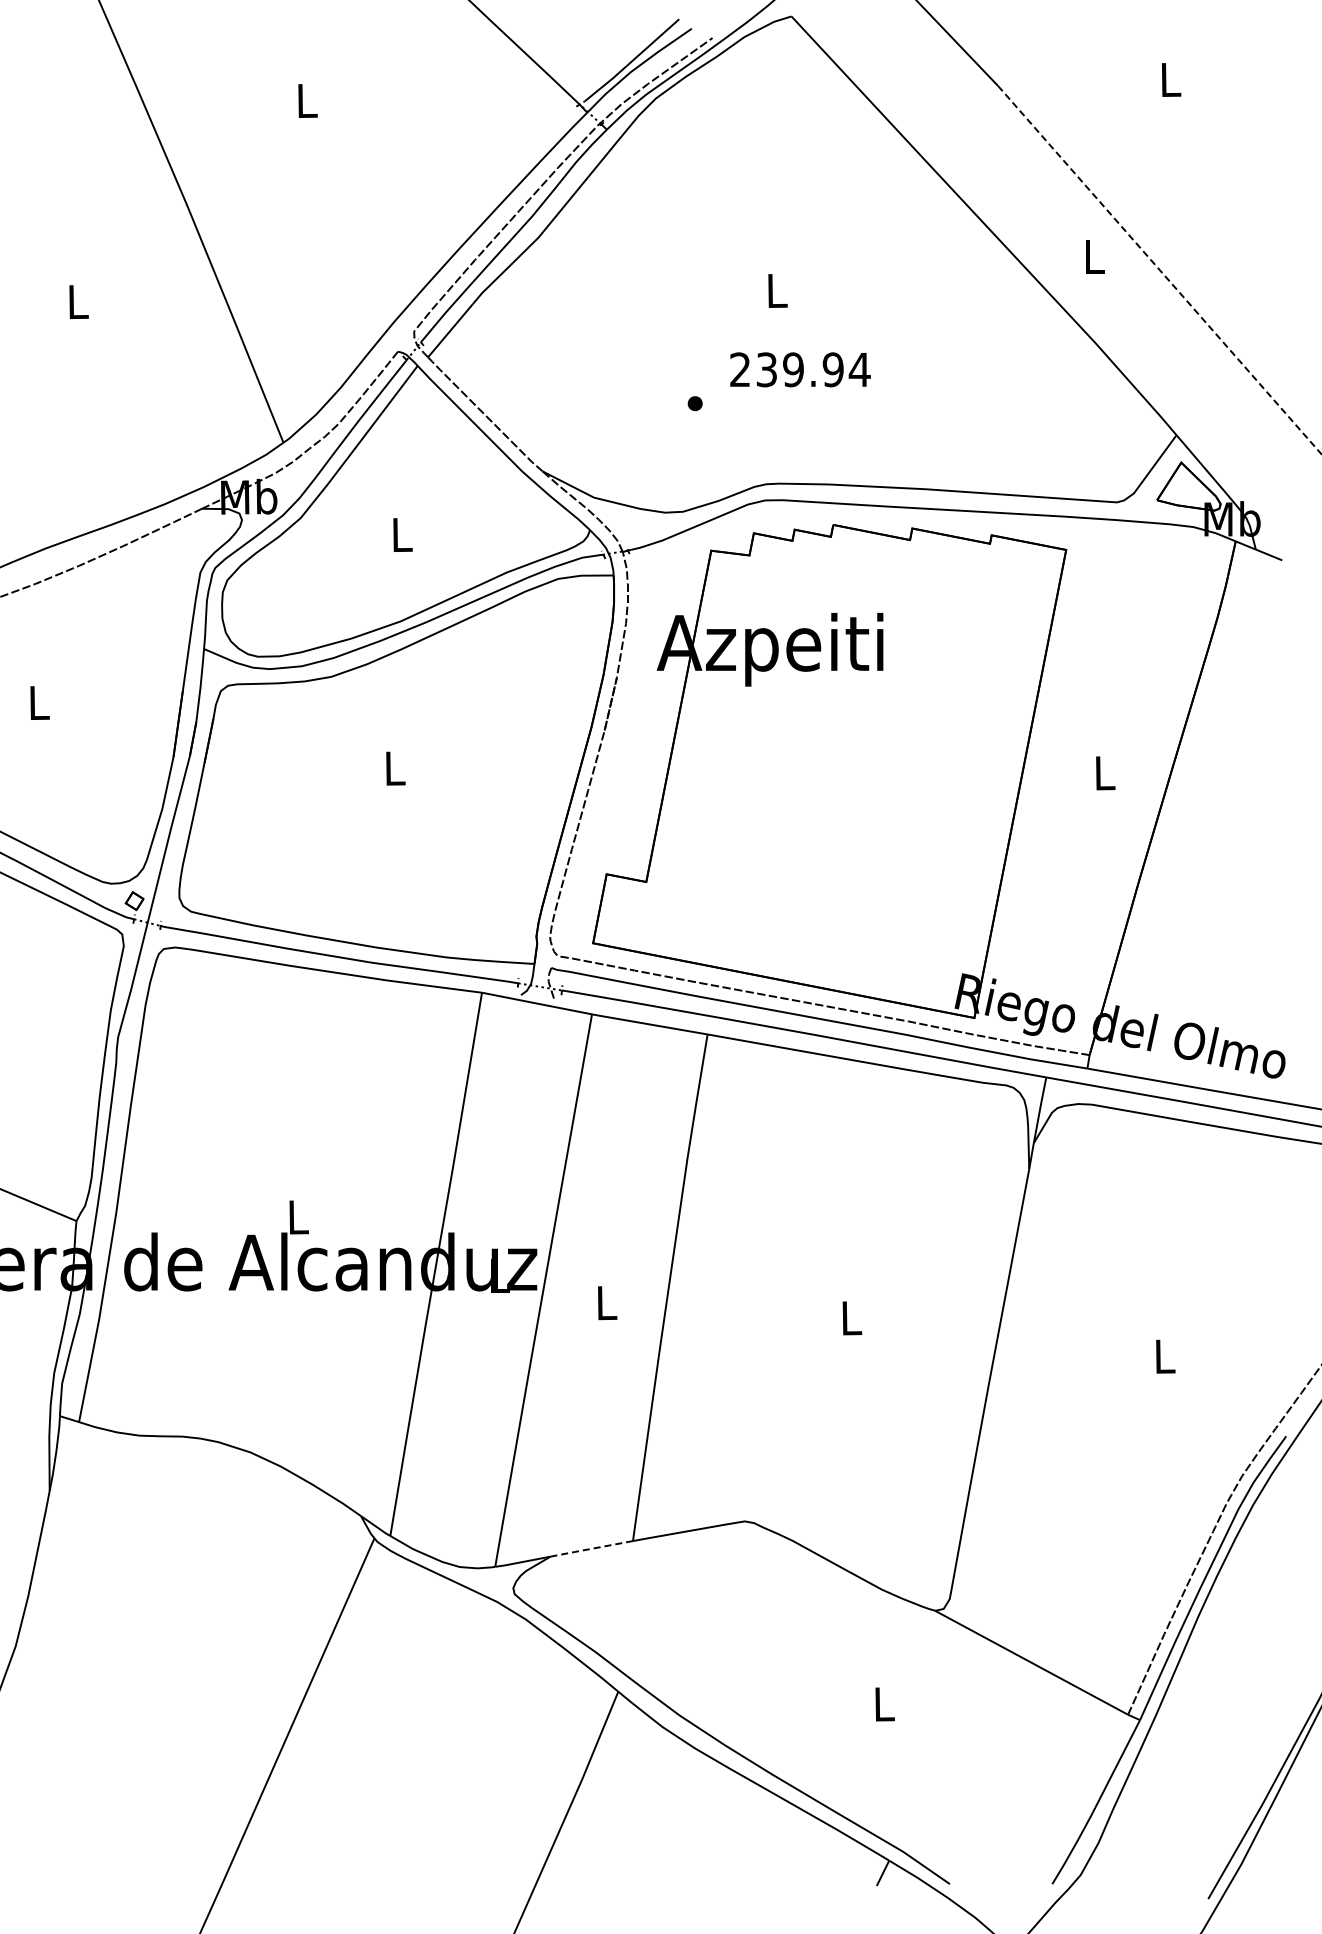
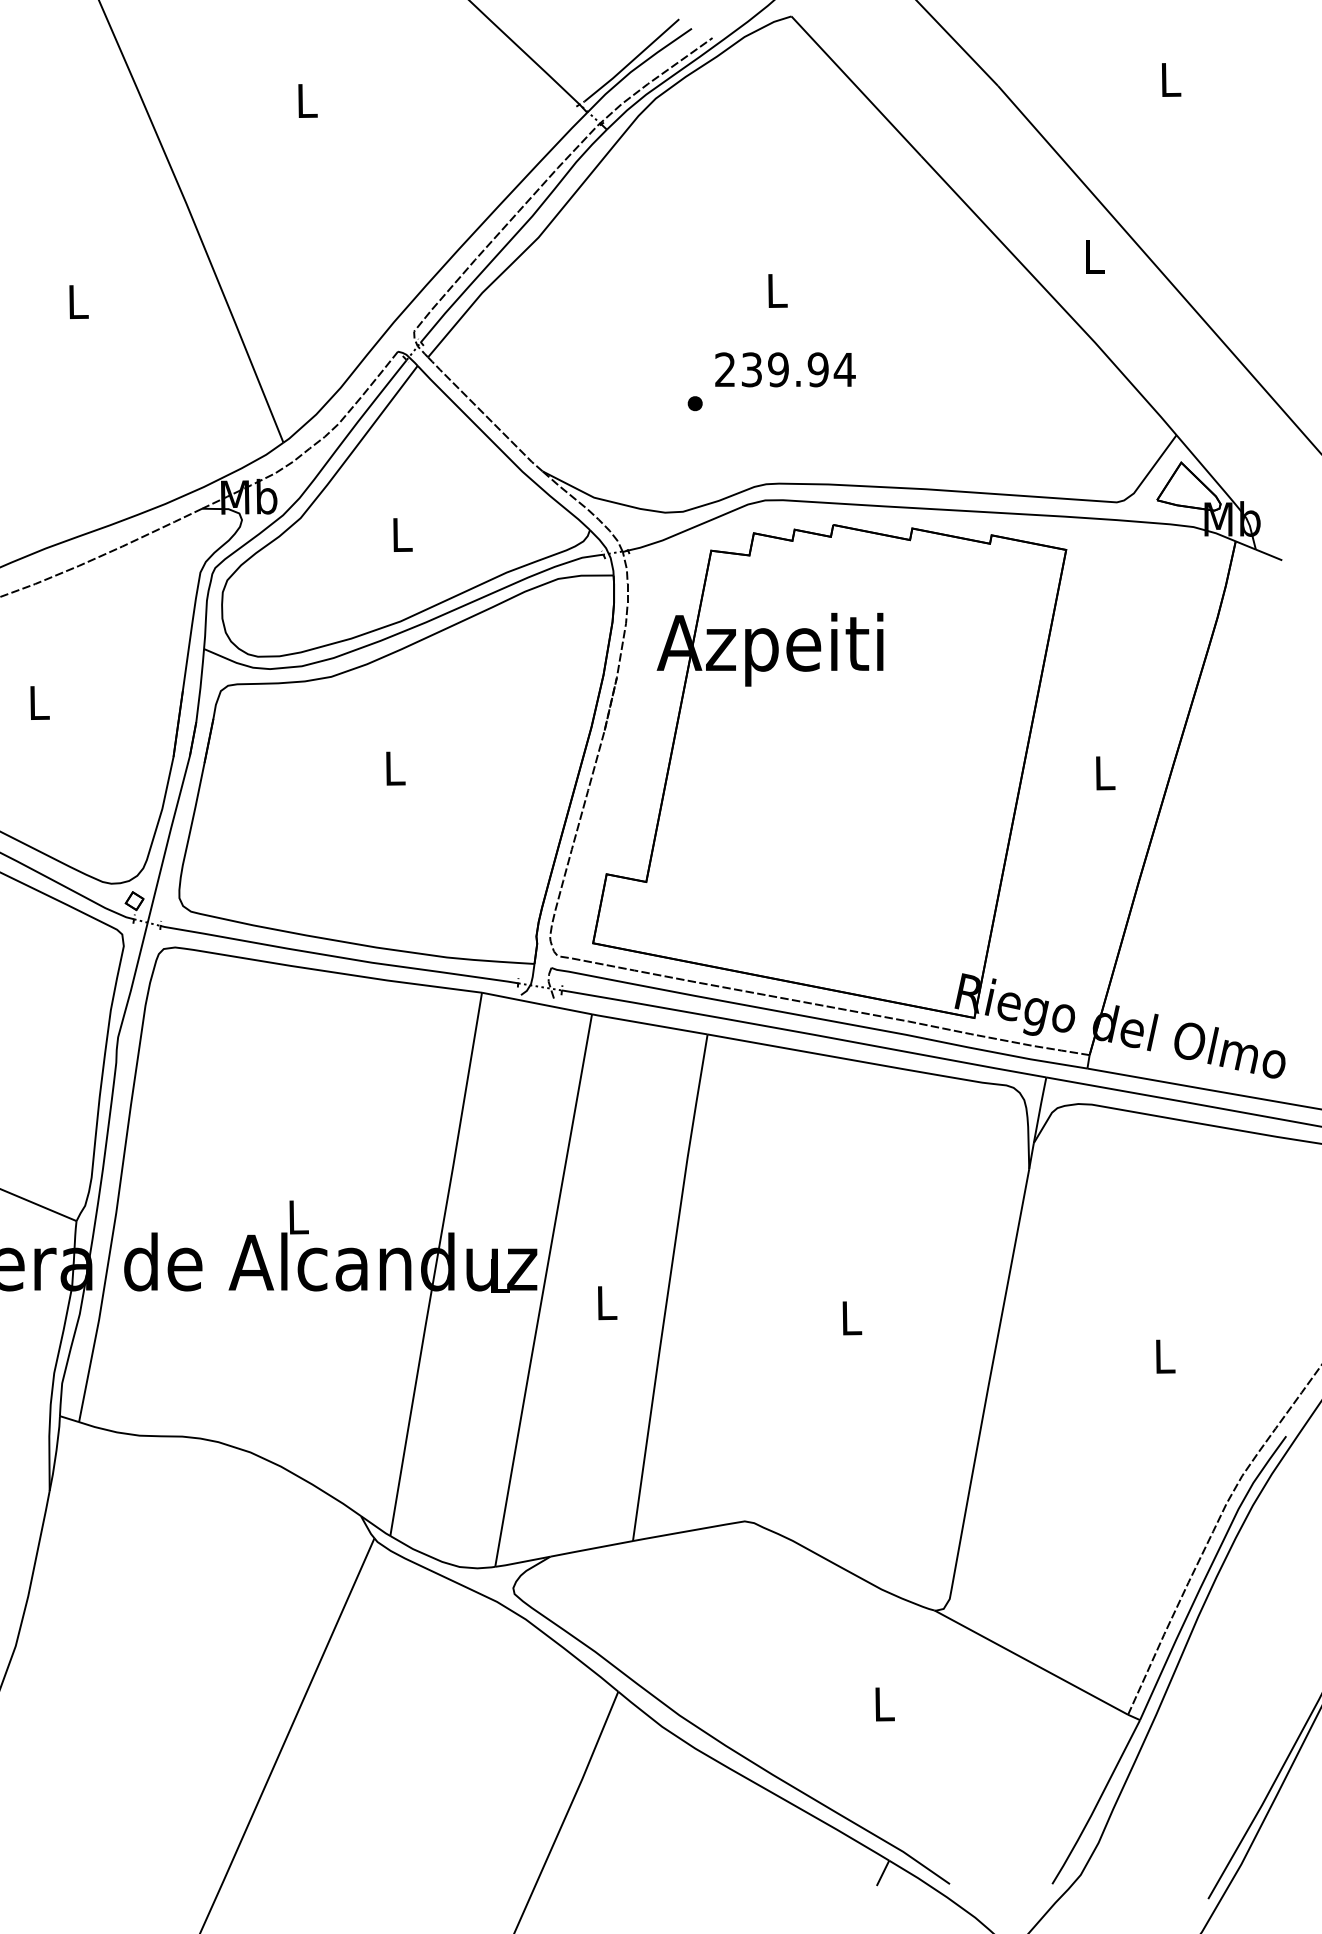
line at (1160, 270): dashed -> solid
text at (800, 369) position: (800, 369) -> (785, 369)
line at (591, 1548): dashed -> solid
